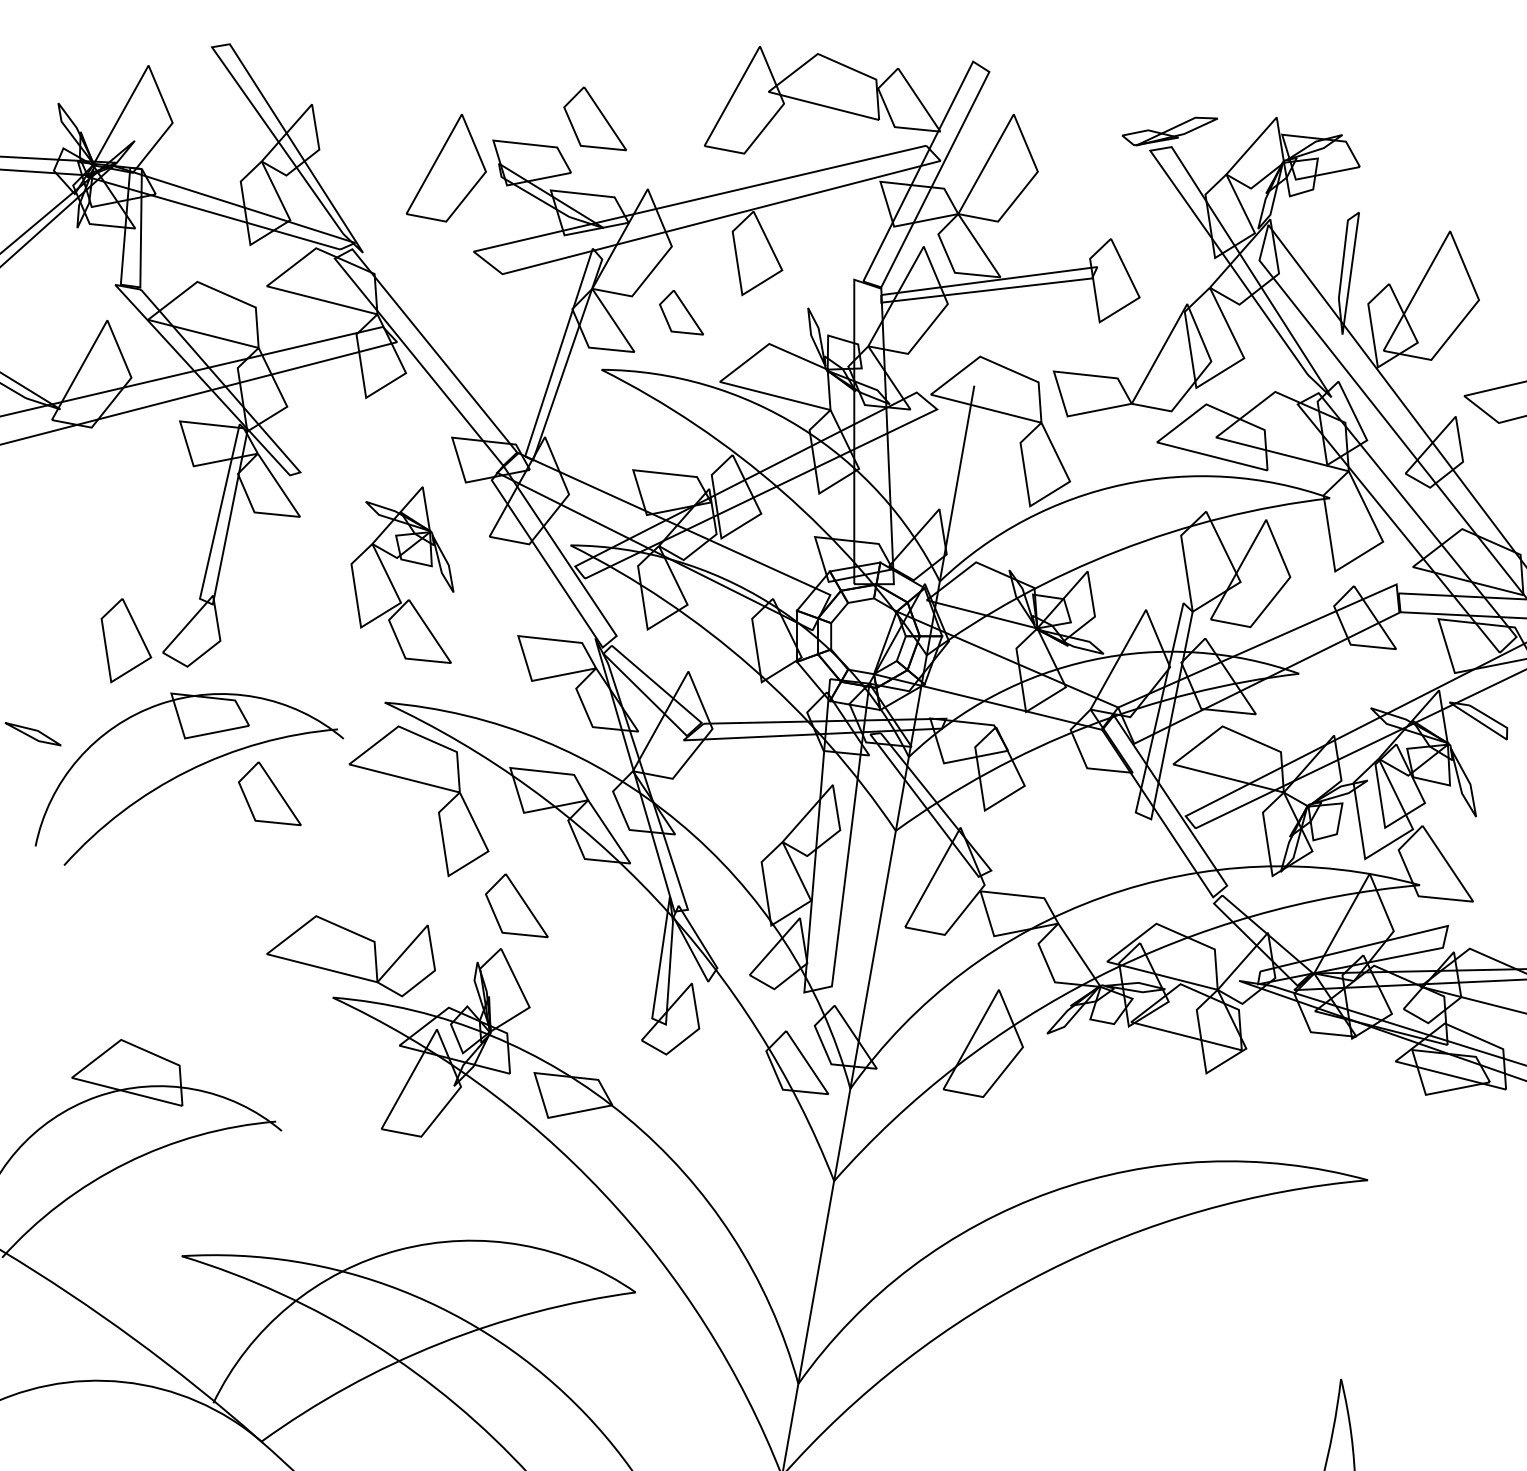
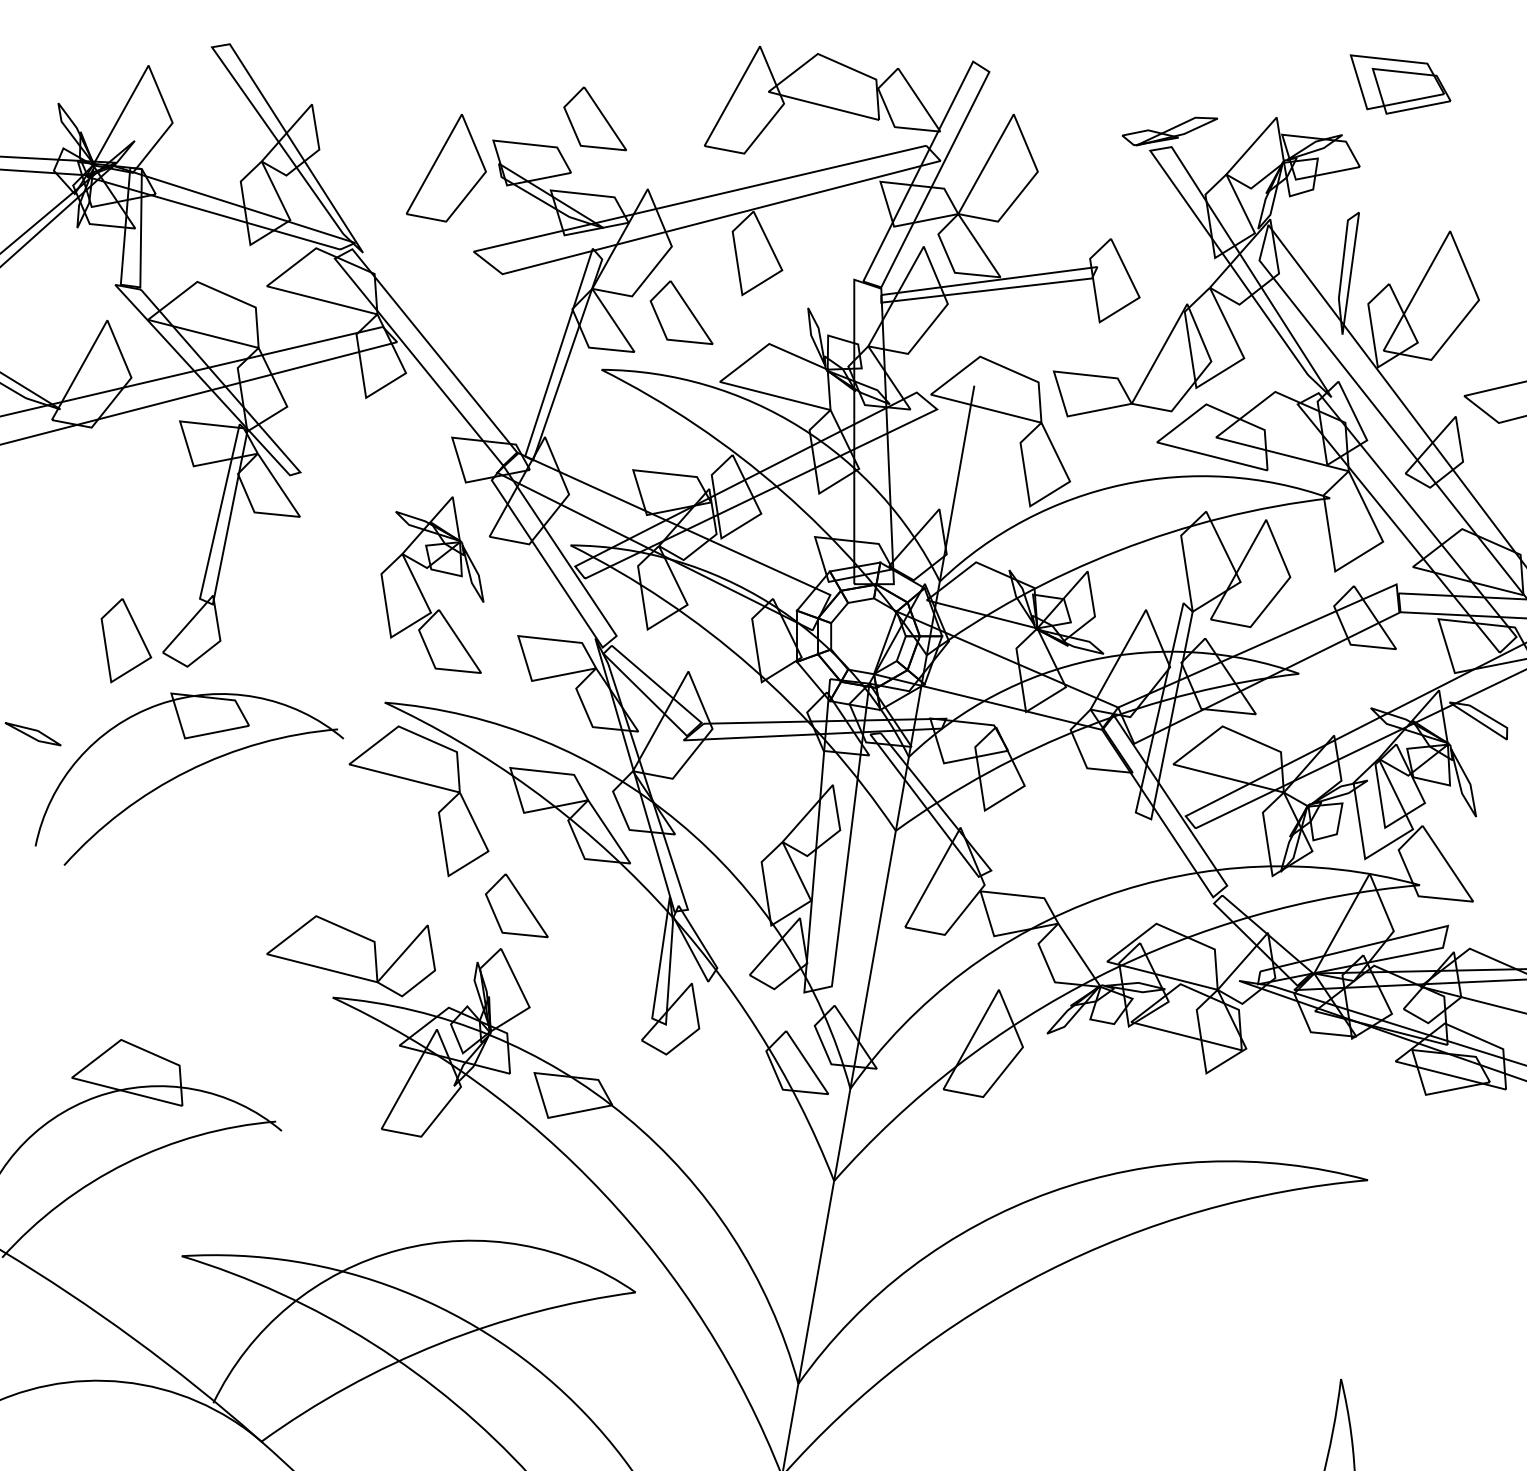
part at (1400, 84): none -> present
part at (681, 312) size: 45x46 px -> 65x65 px
part at (391, 580) position: (391, 580) -> (421, 590)
part at (269, 793): present -> none
